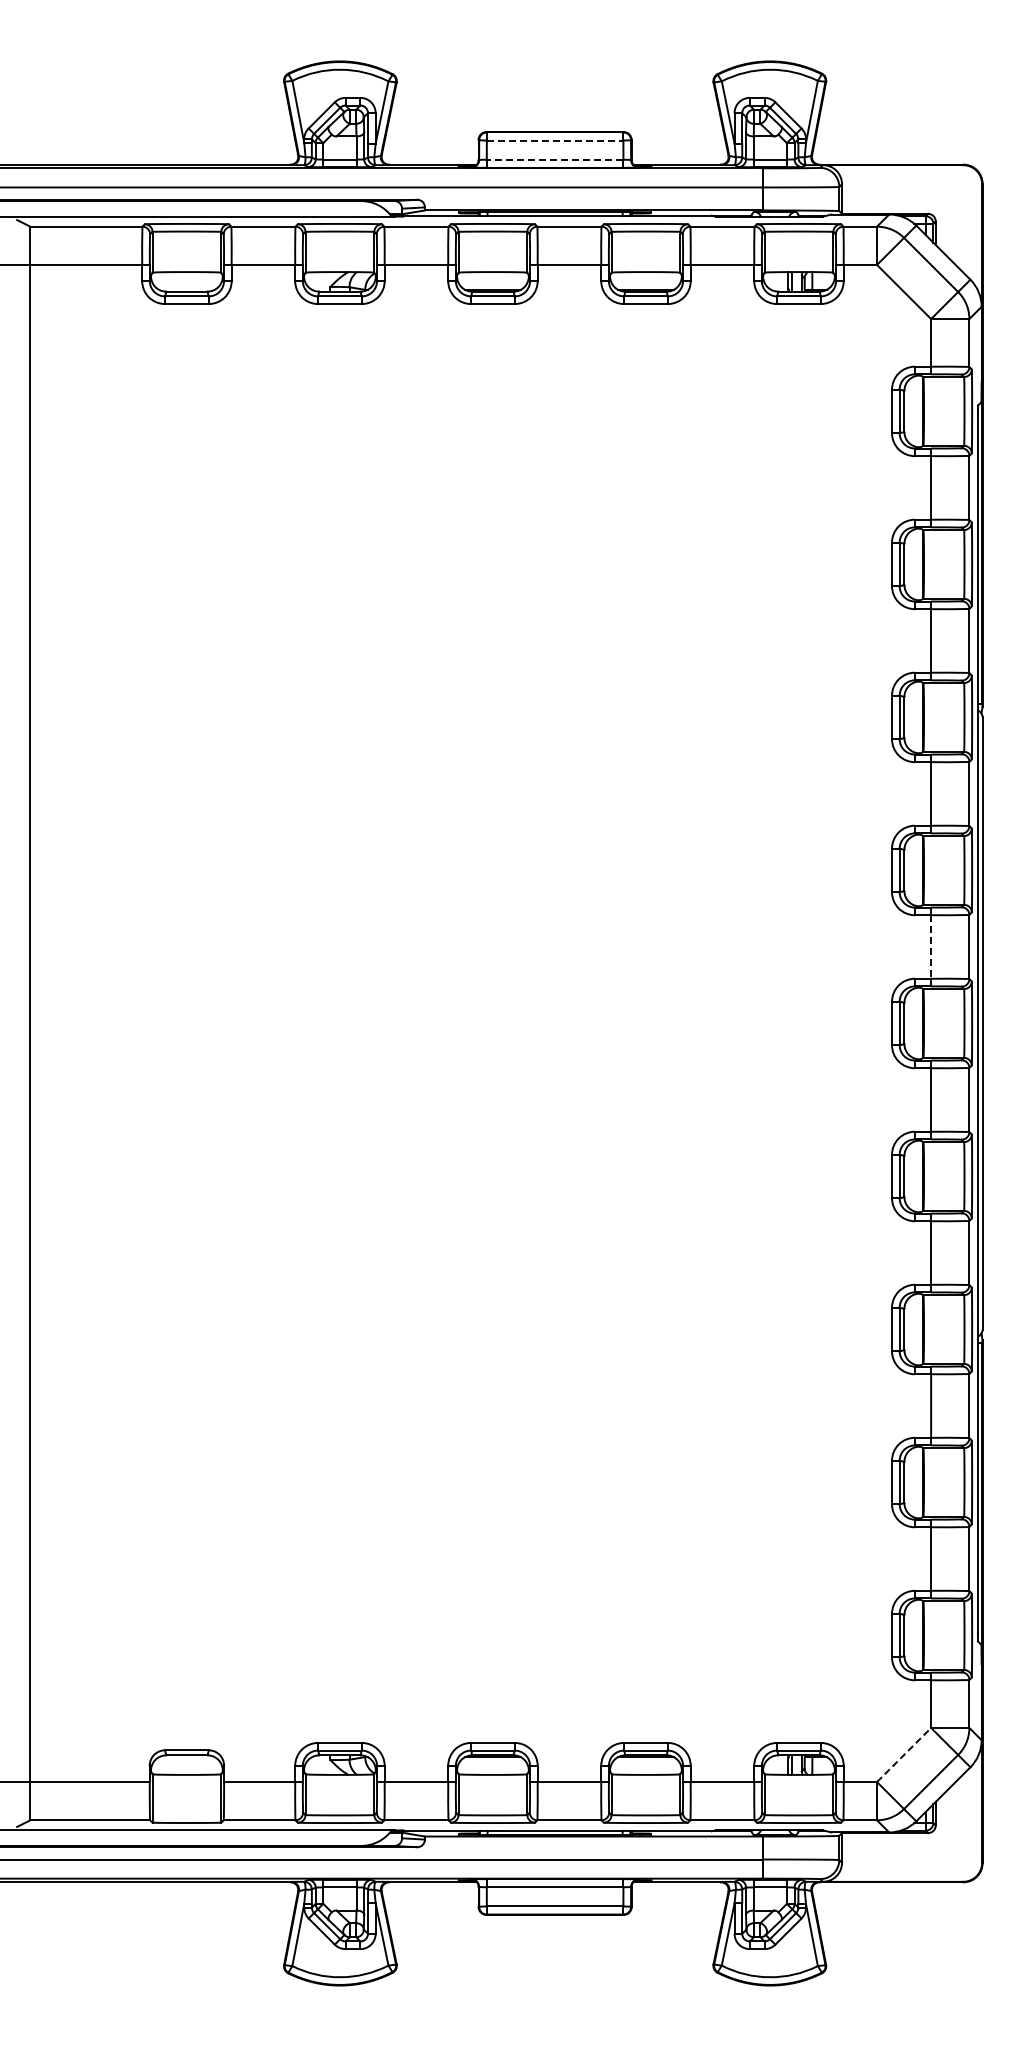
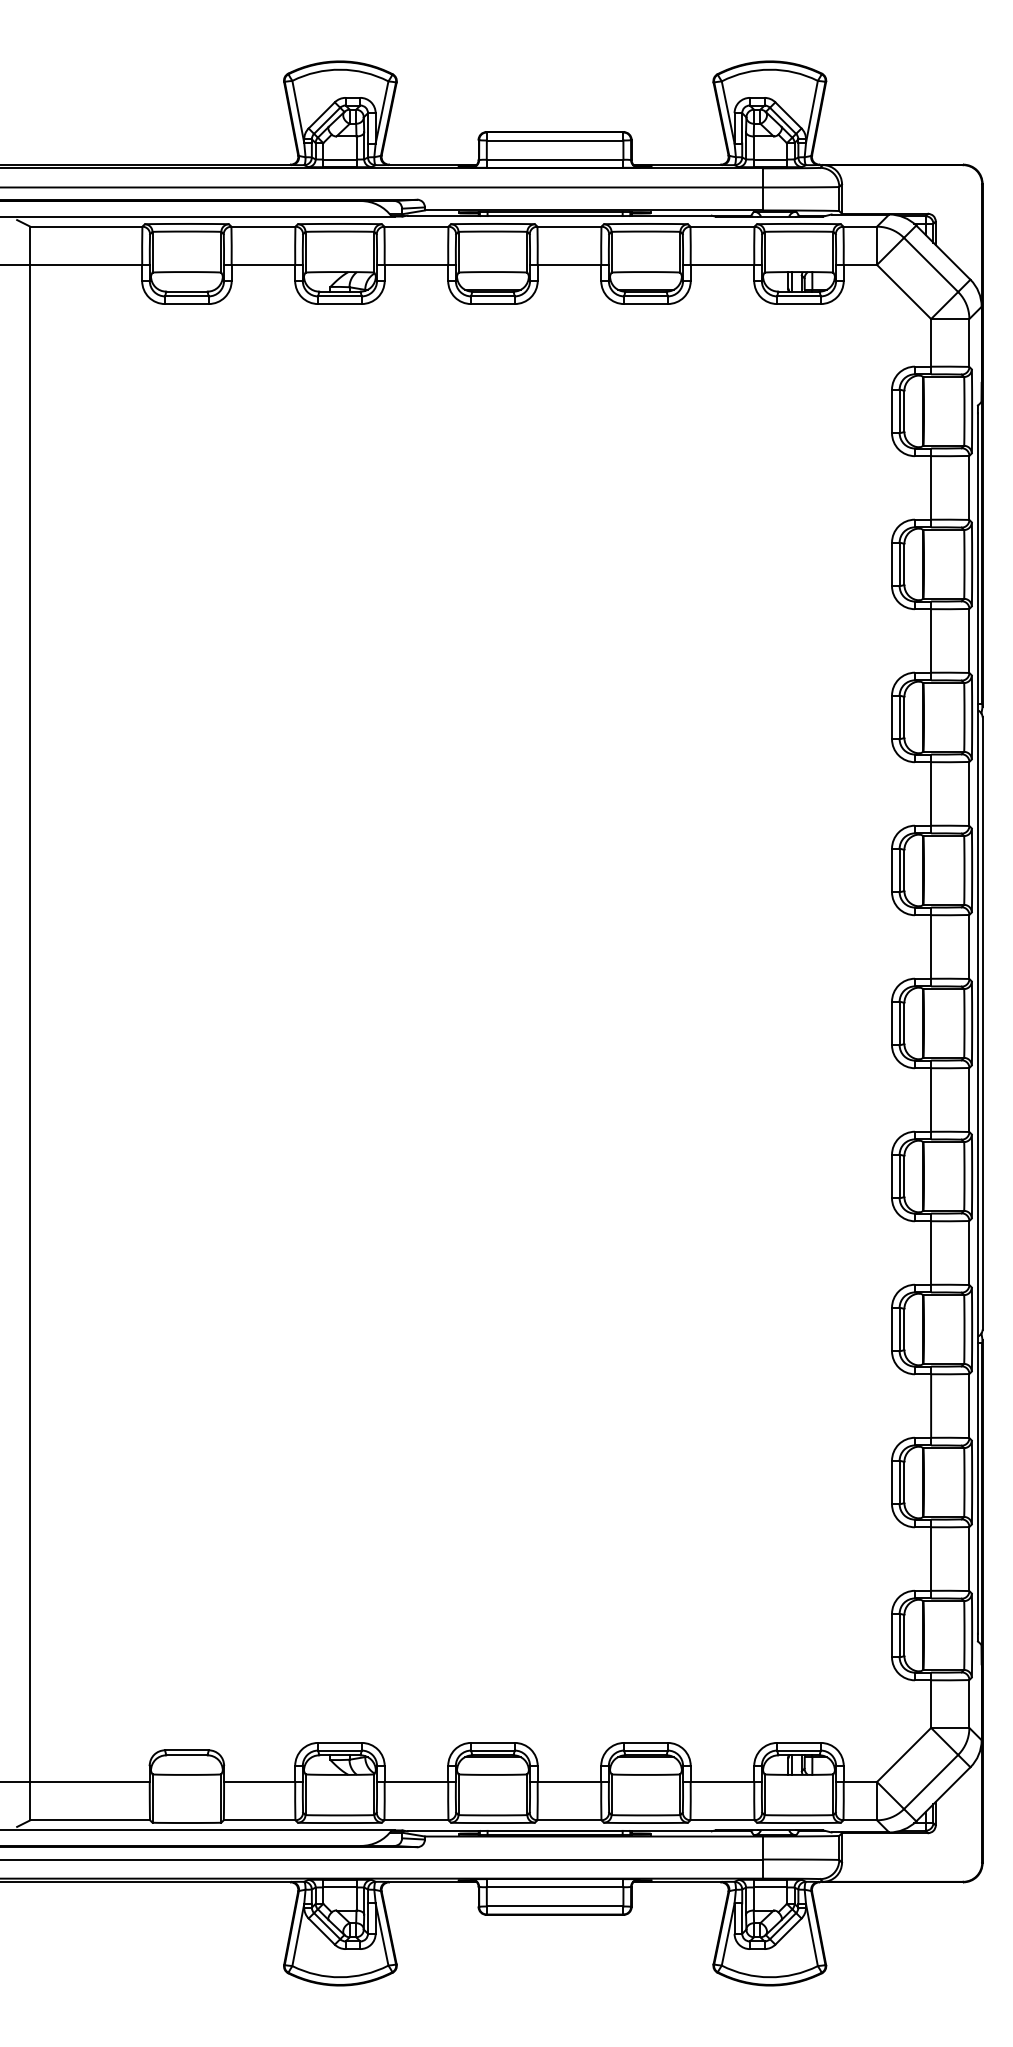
line at (555, 140): dashed -> solid
line at (554, 159): dashed -> solid
line at (931, 946): dashed -> solid
line at (904, 1754): dashed -> solid
